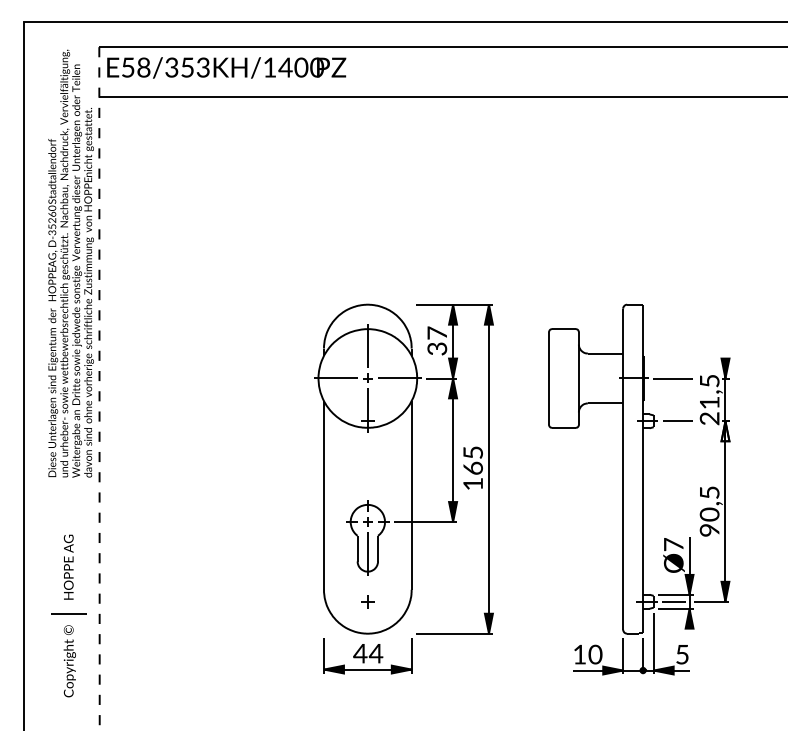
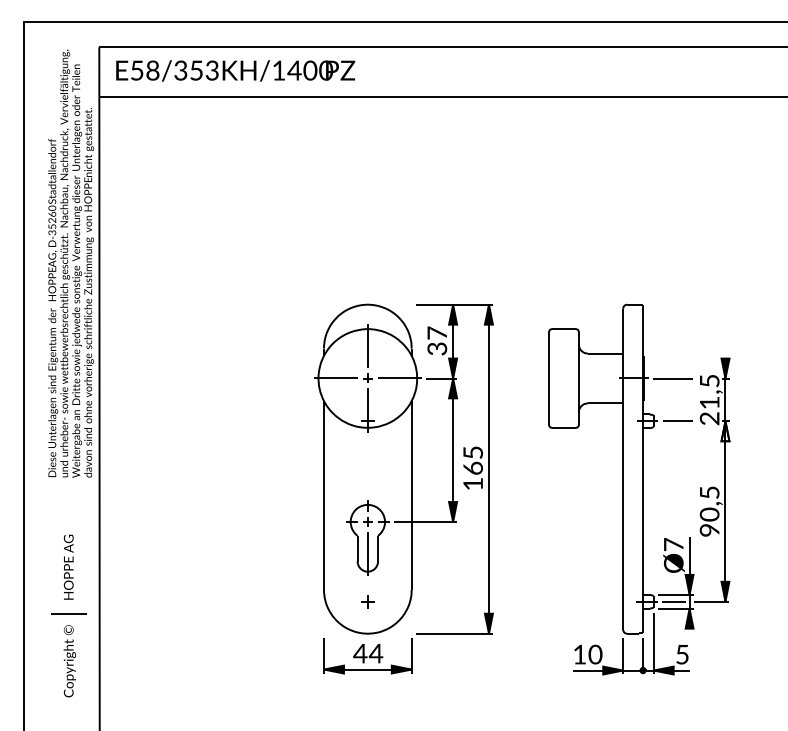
text at (226, 67) position: (226, 67) -> (235, 70)
line at (99, 388): dashed -> solid
